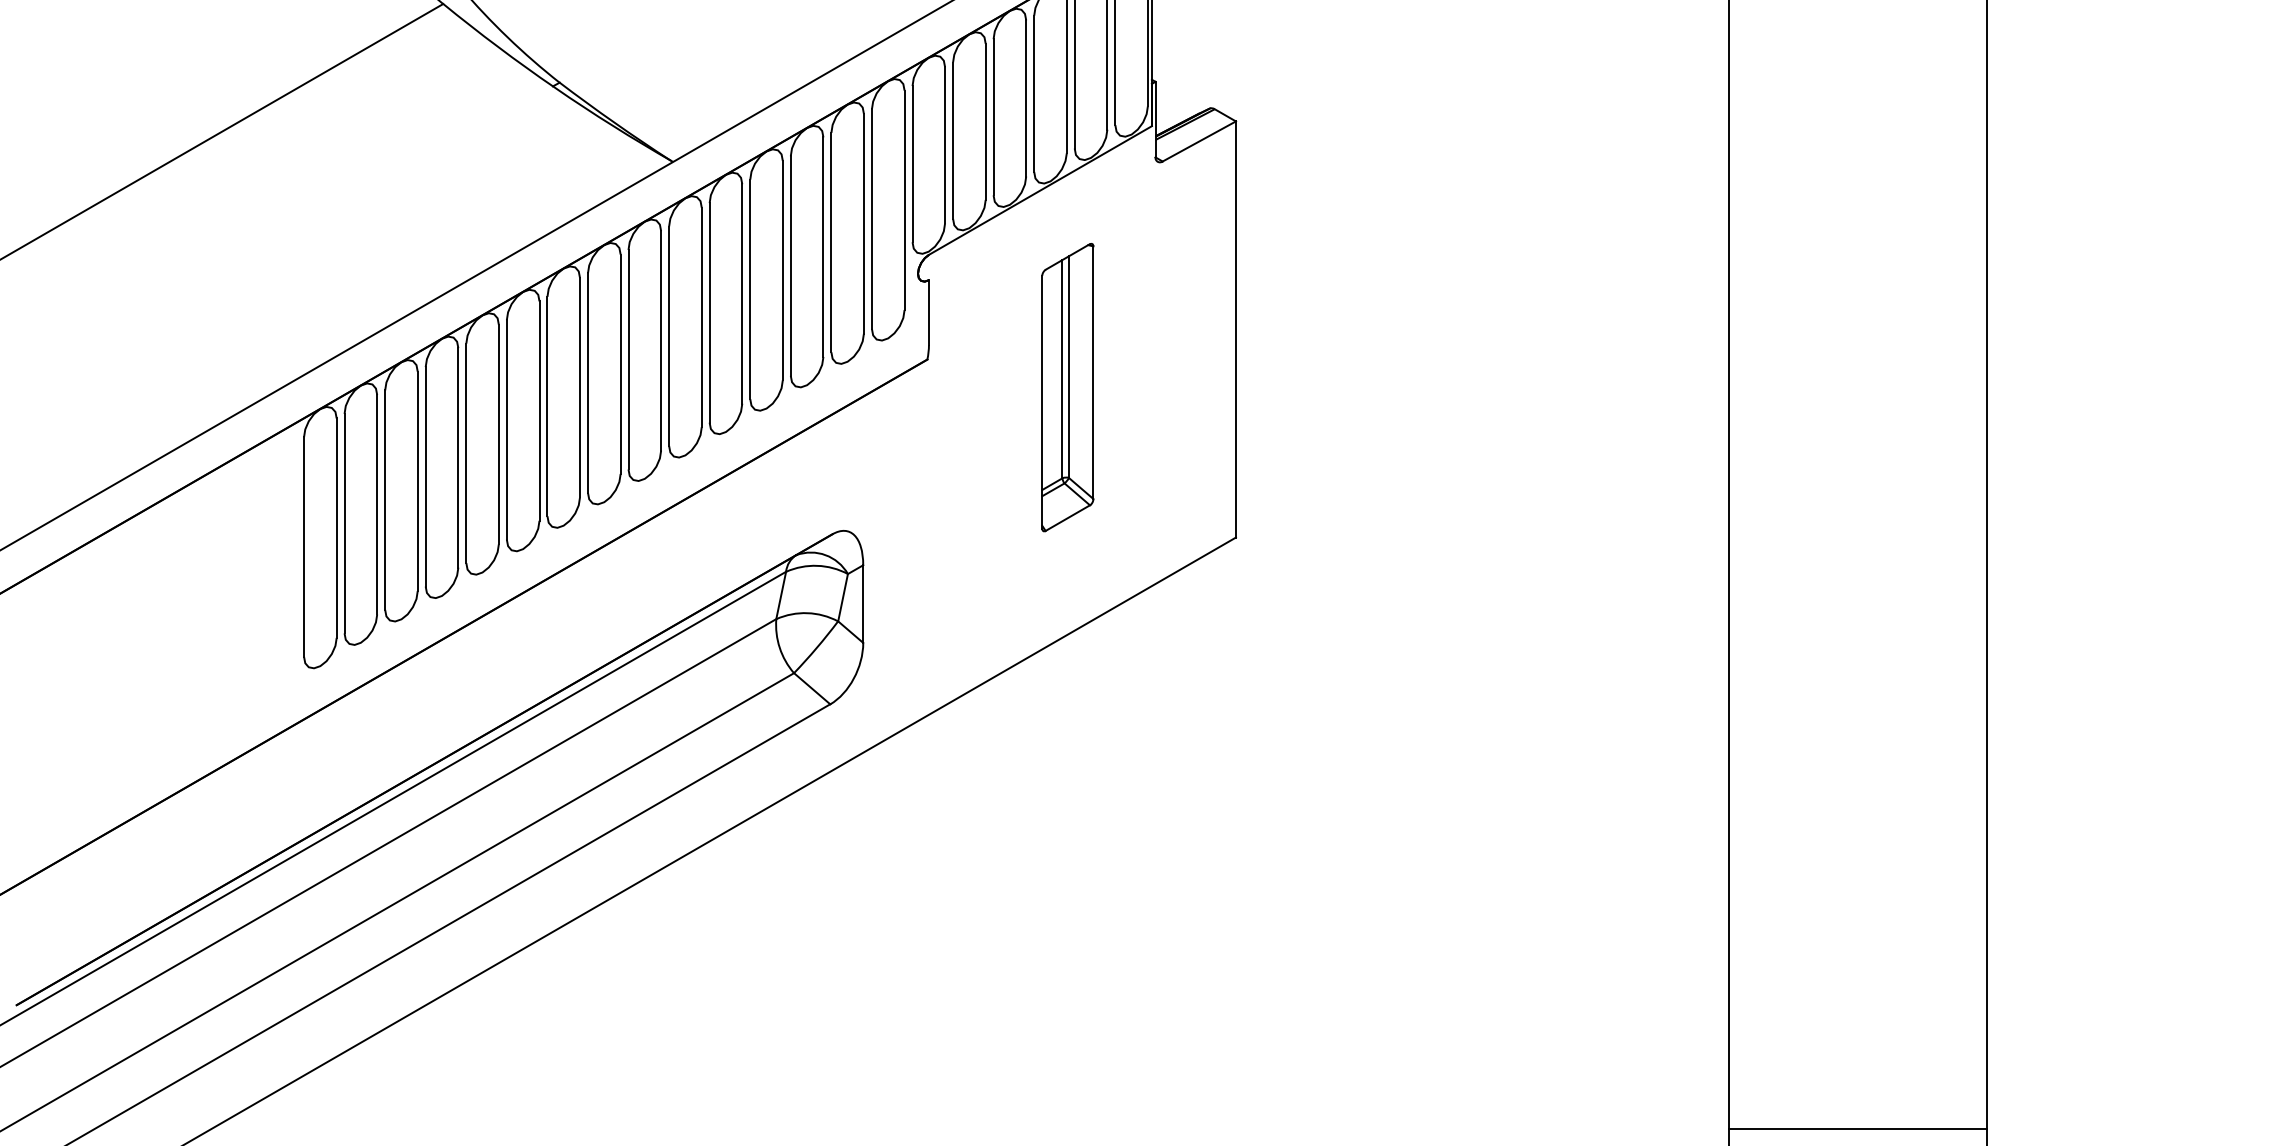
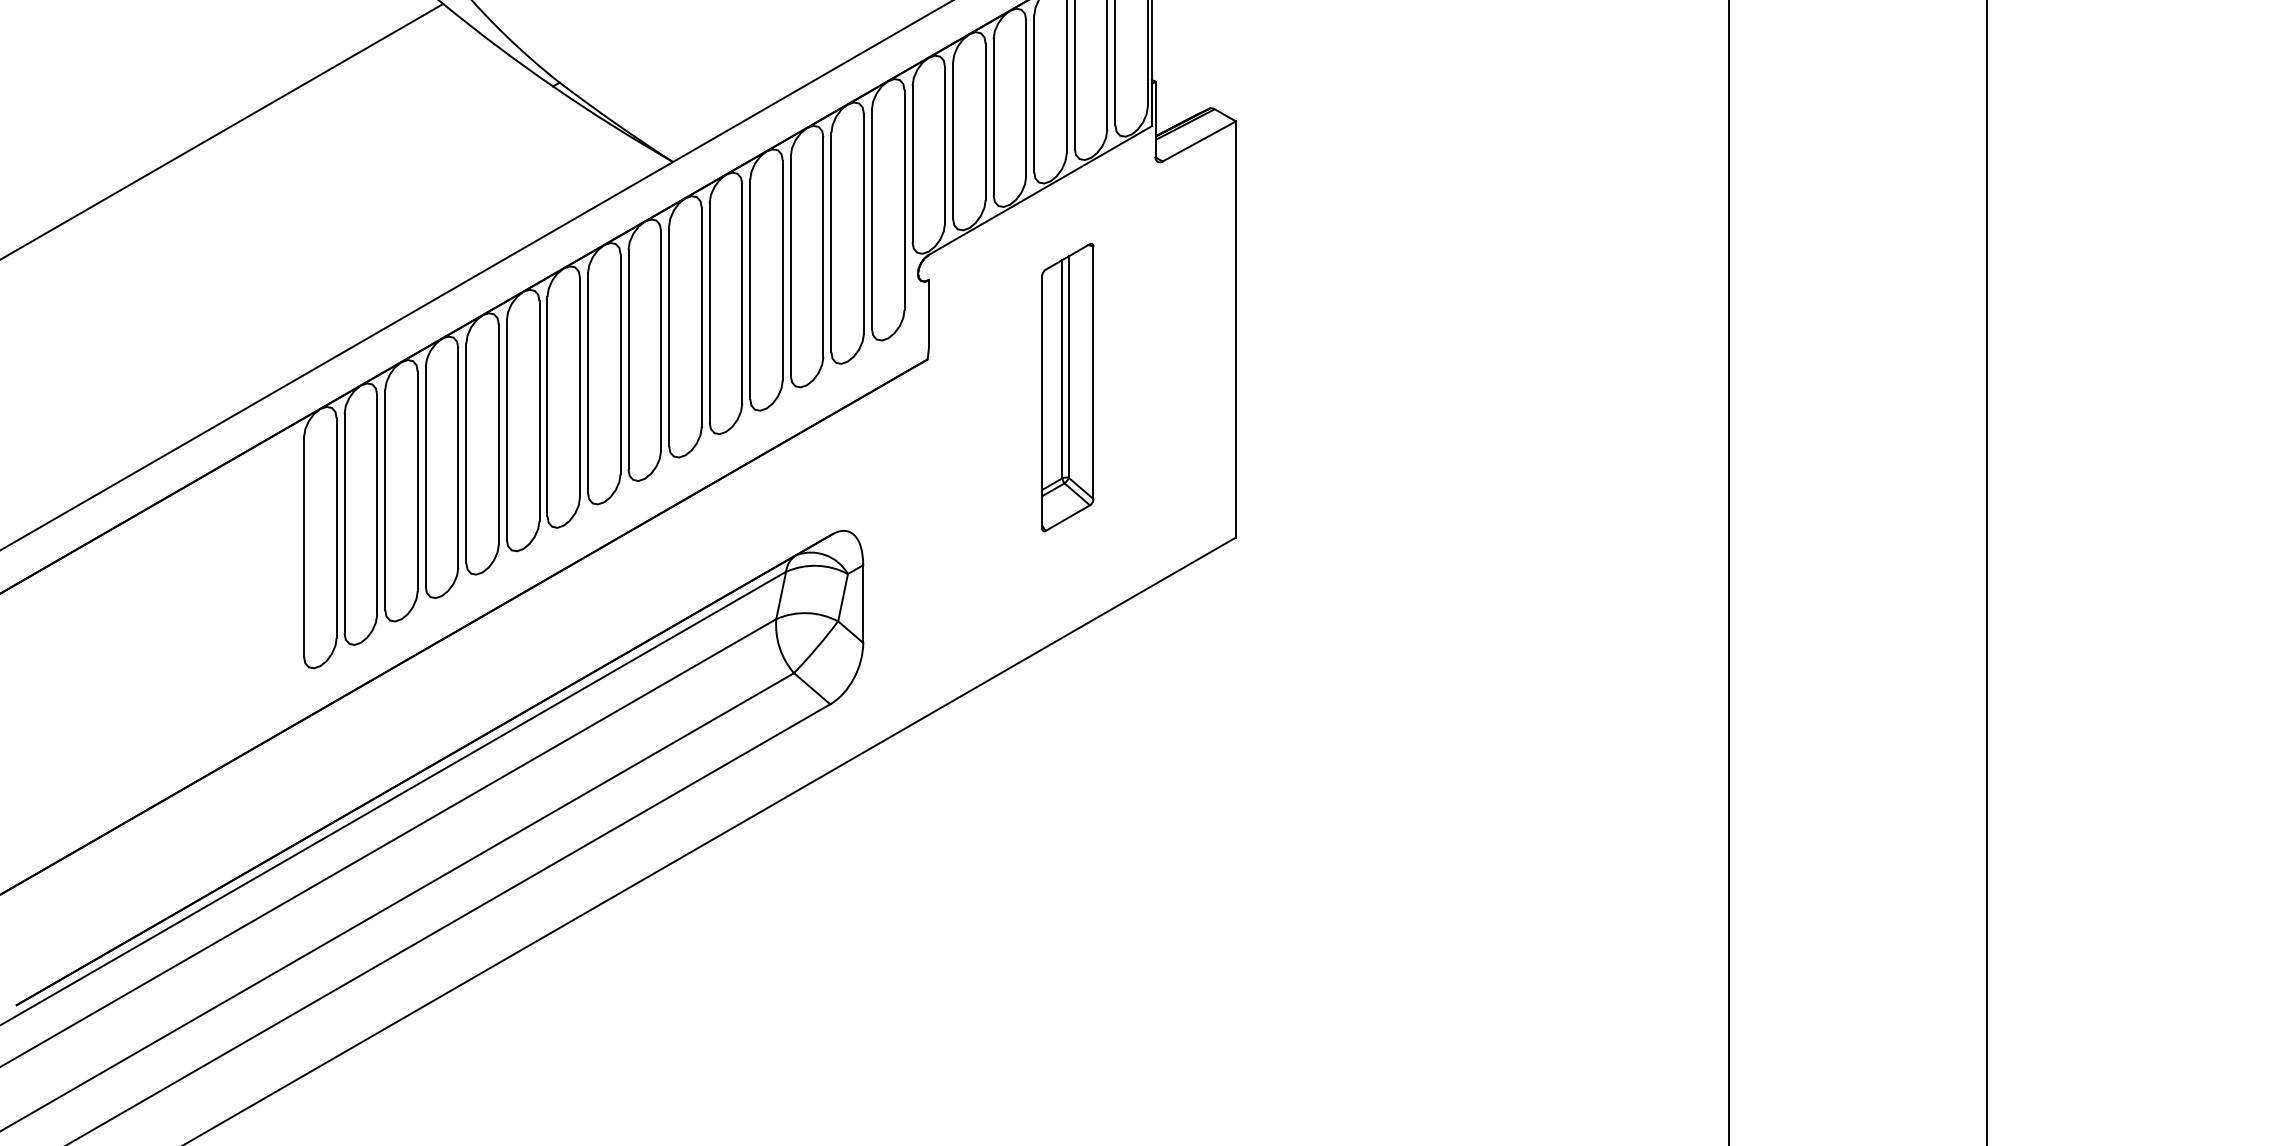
line at (1857, 1129): present -> none
